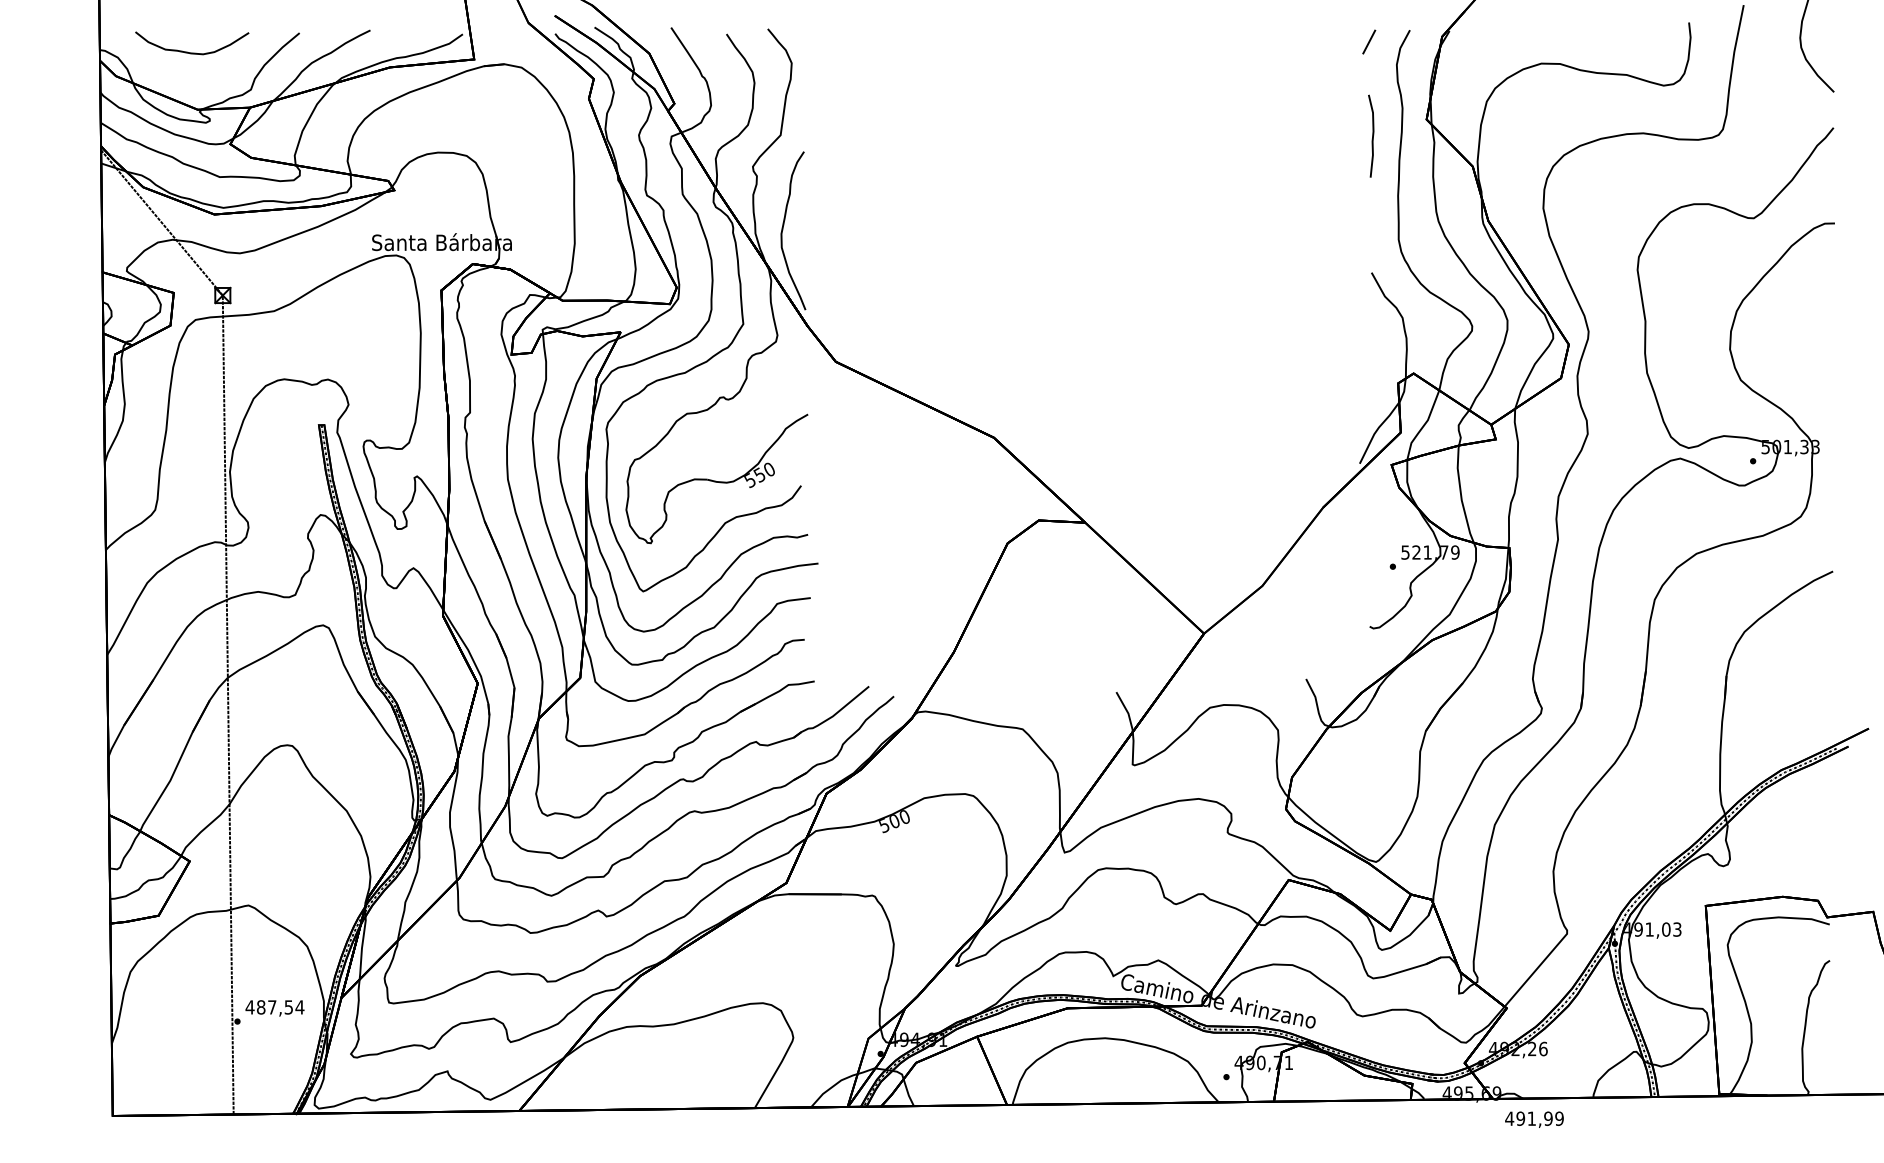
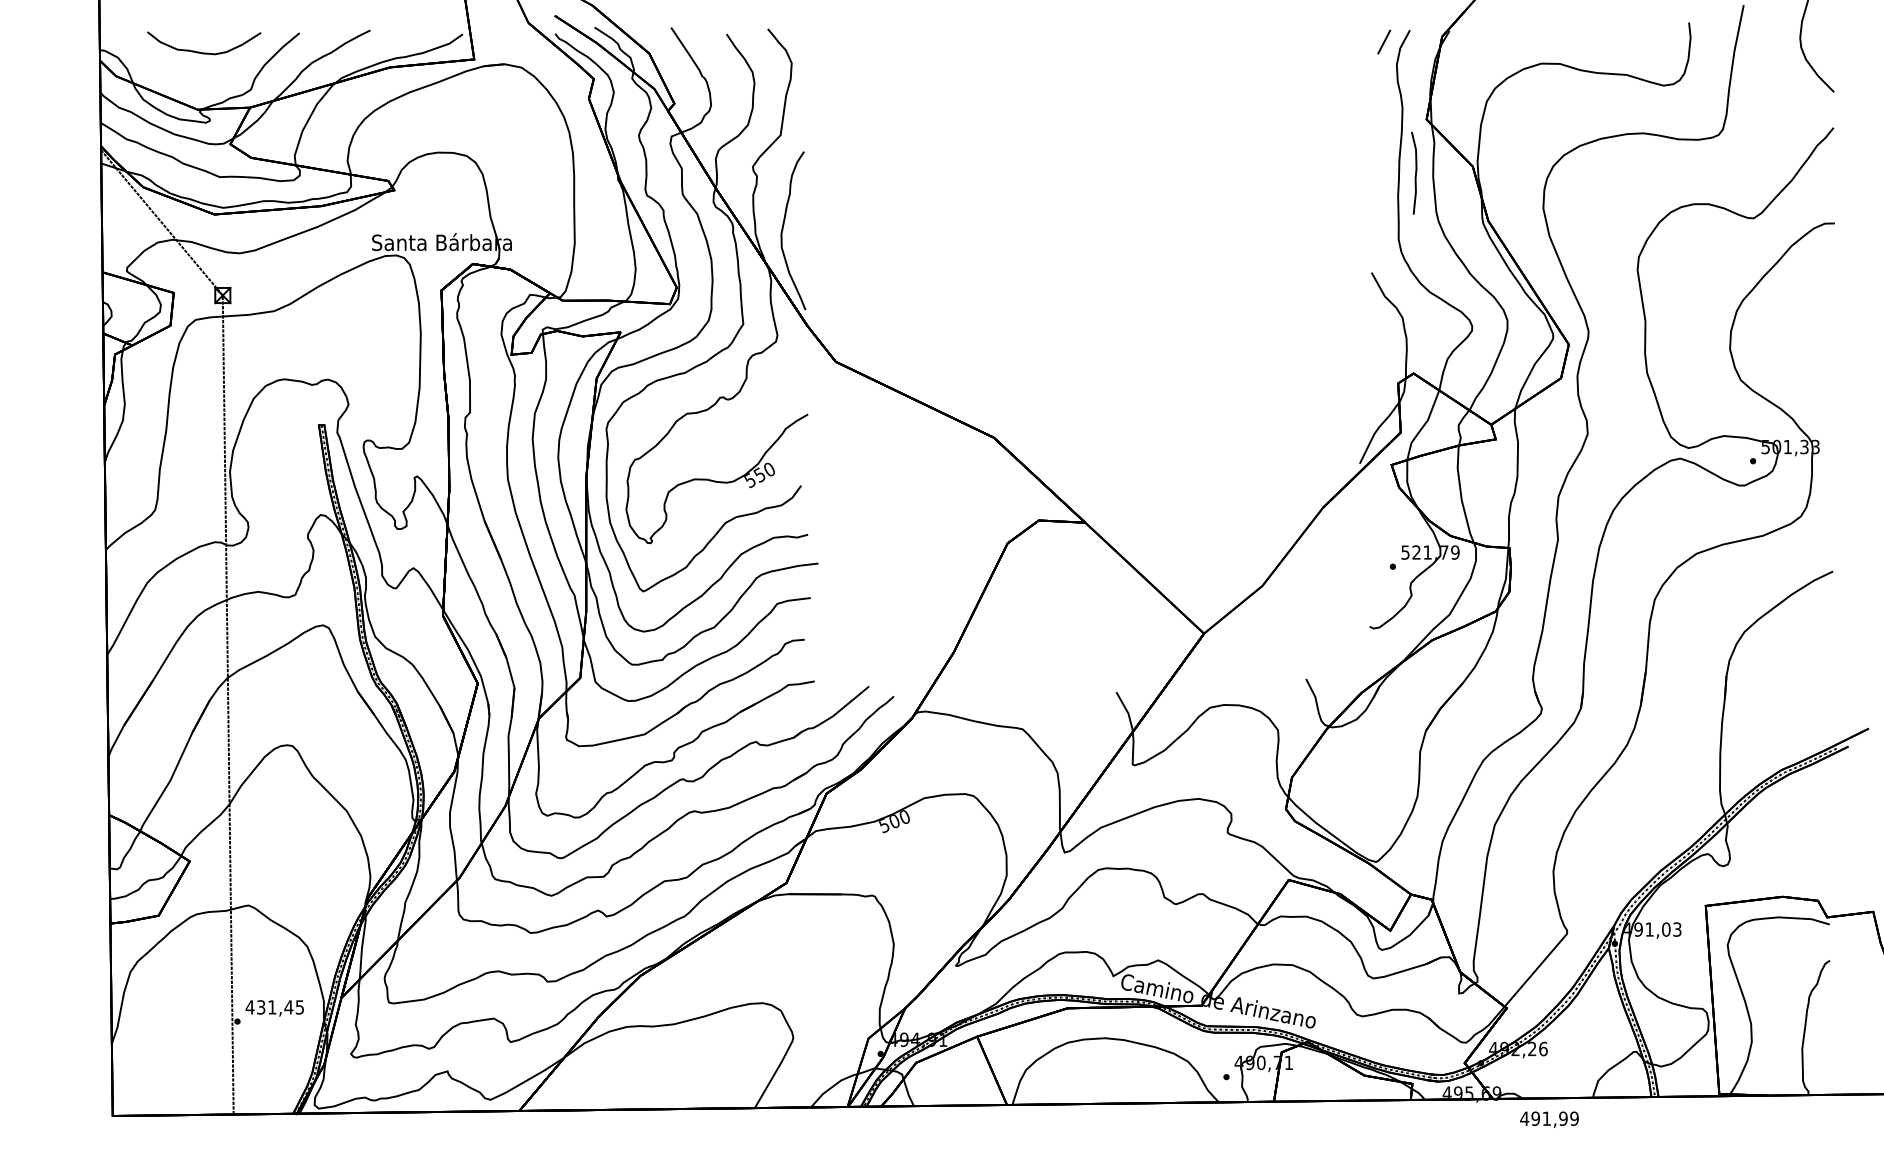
line at (1369, 41) position: (1369, 41) -> (1384, 41)
curve at (192, 52) position: (192, 52) -> (204, 52)
curve at (1372, 135) position: (1372, 135) -> (1415, 172)
text at (280, 1007): 487,54 -> 431,45
text at (1534, 1119) position: (1534, 1119) -> (1549, 1119)
